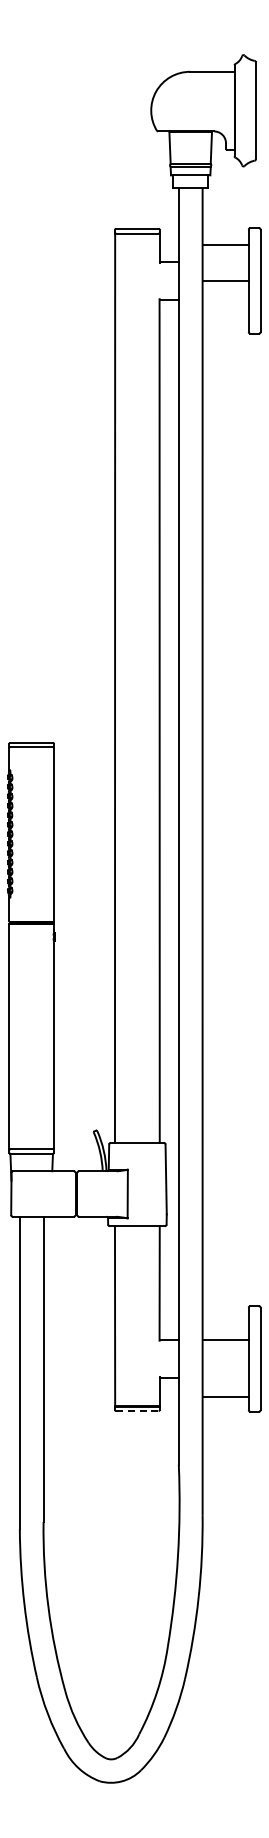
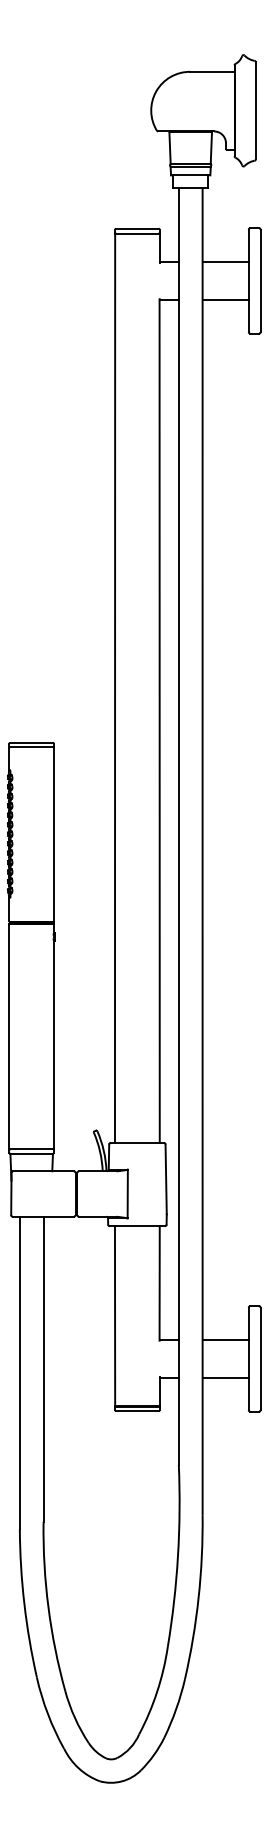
line at (225, 244) position: (225, 244) -> (225, 261)
line at (225, 280) position: (225, 280) -> (225, 299)
line at (225, 1396) position: (225, 1396) -> (225, 1377)
line at (137, 1411): dashed -> solid
